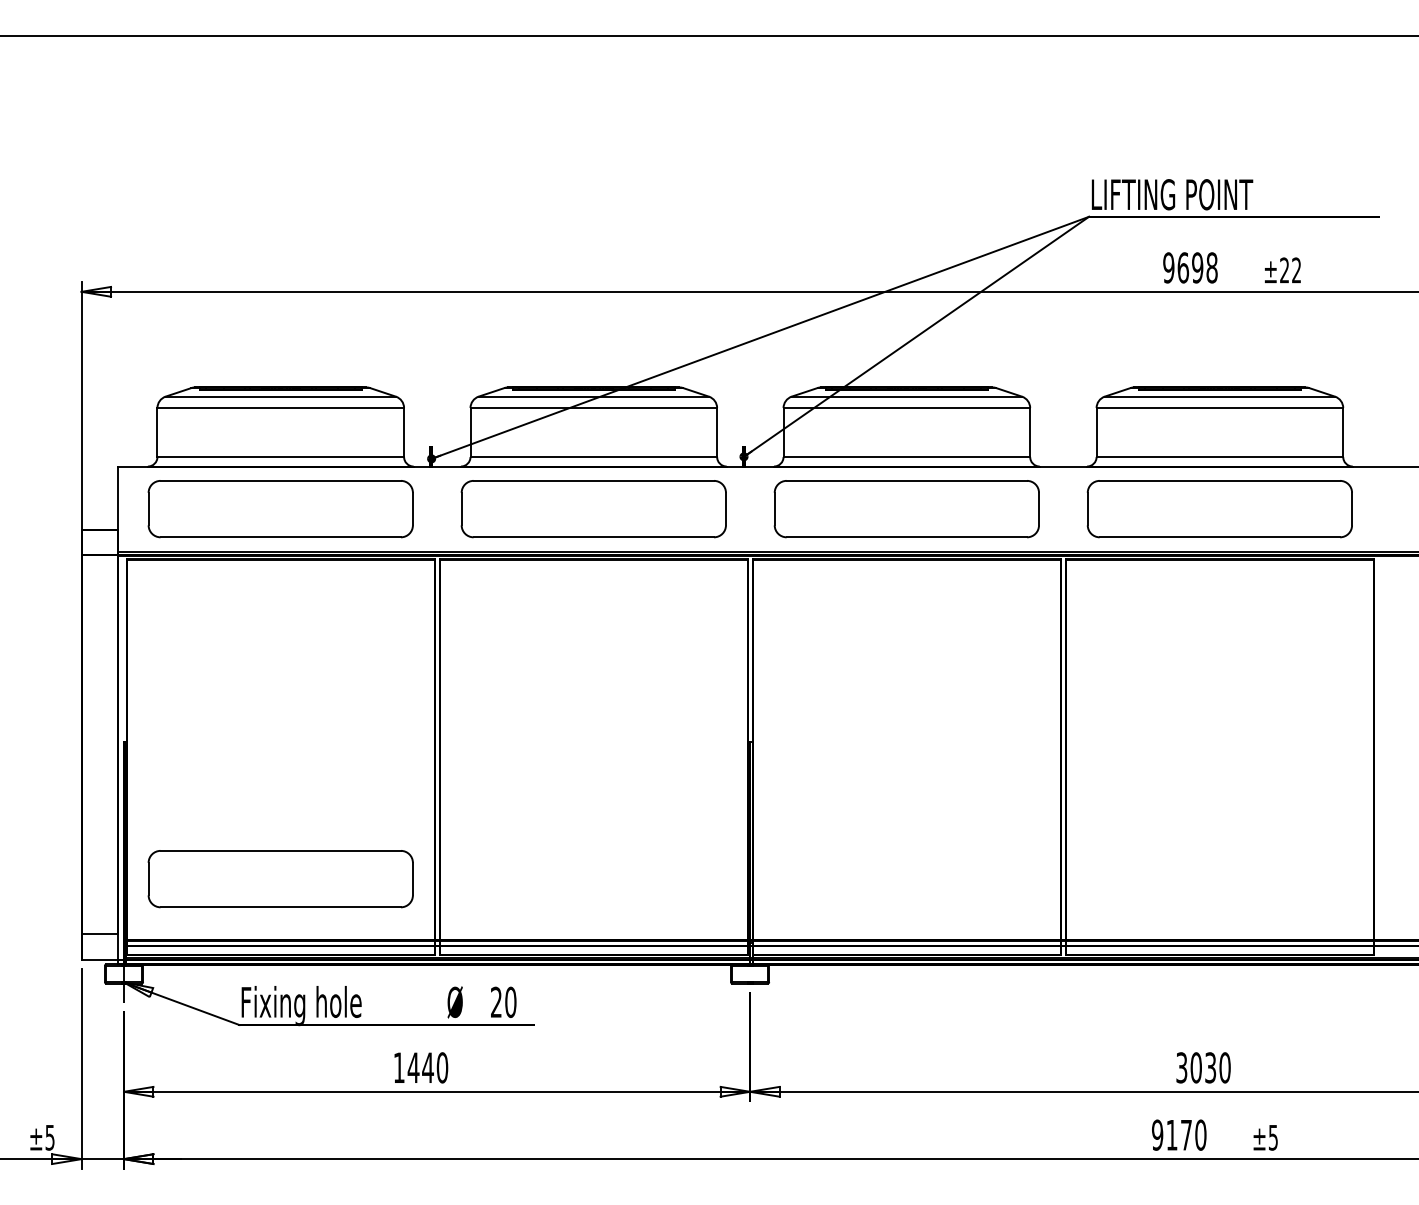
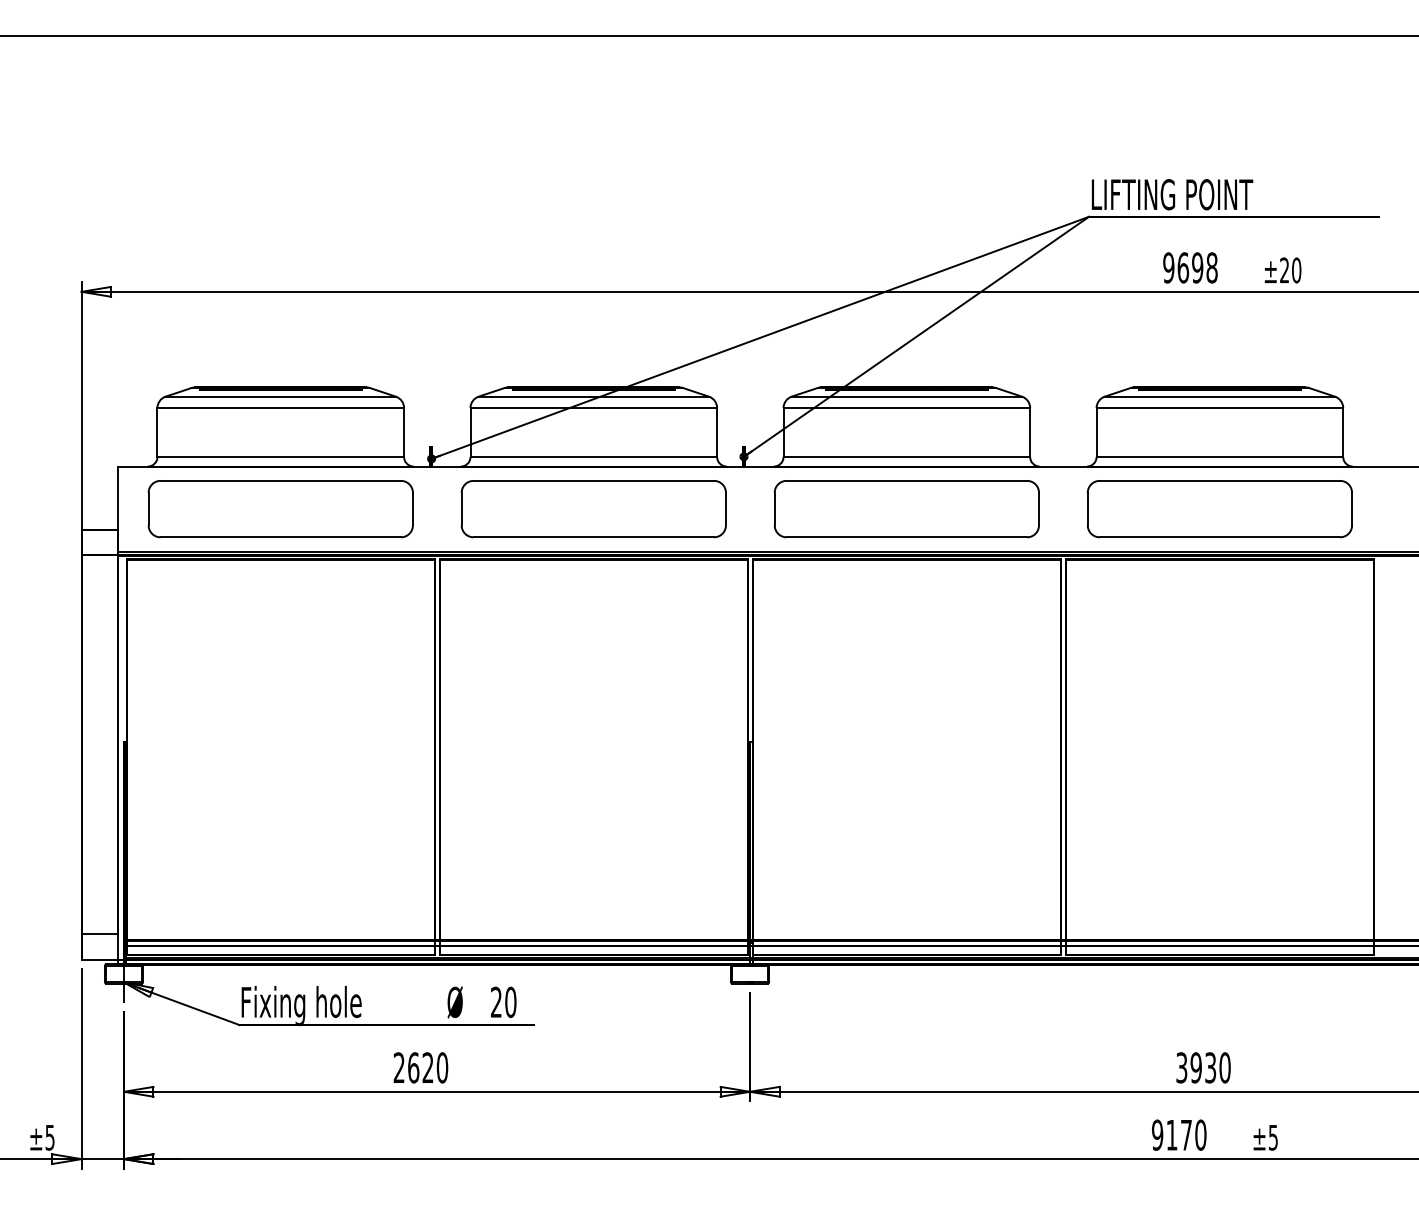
text at (1296, 270): ±22 -> ±20
part at (280, 879): present -> none
text at (413, 1067): 1440 -> 2620
text at (1195, 1067): 3030 -> 3930
